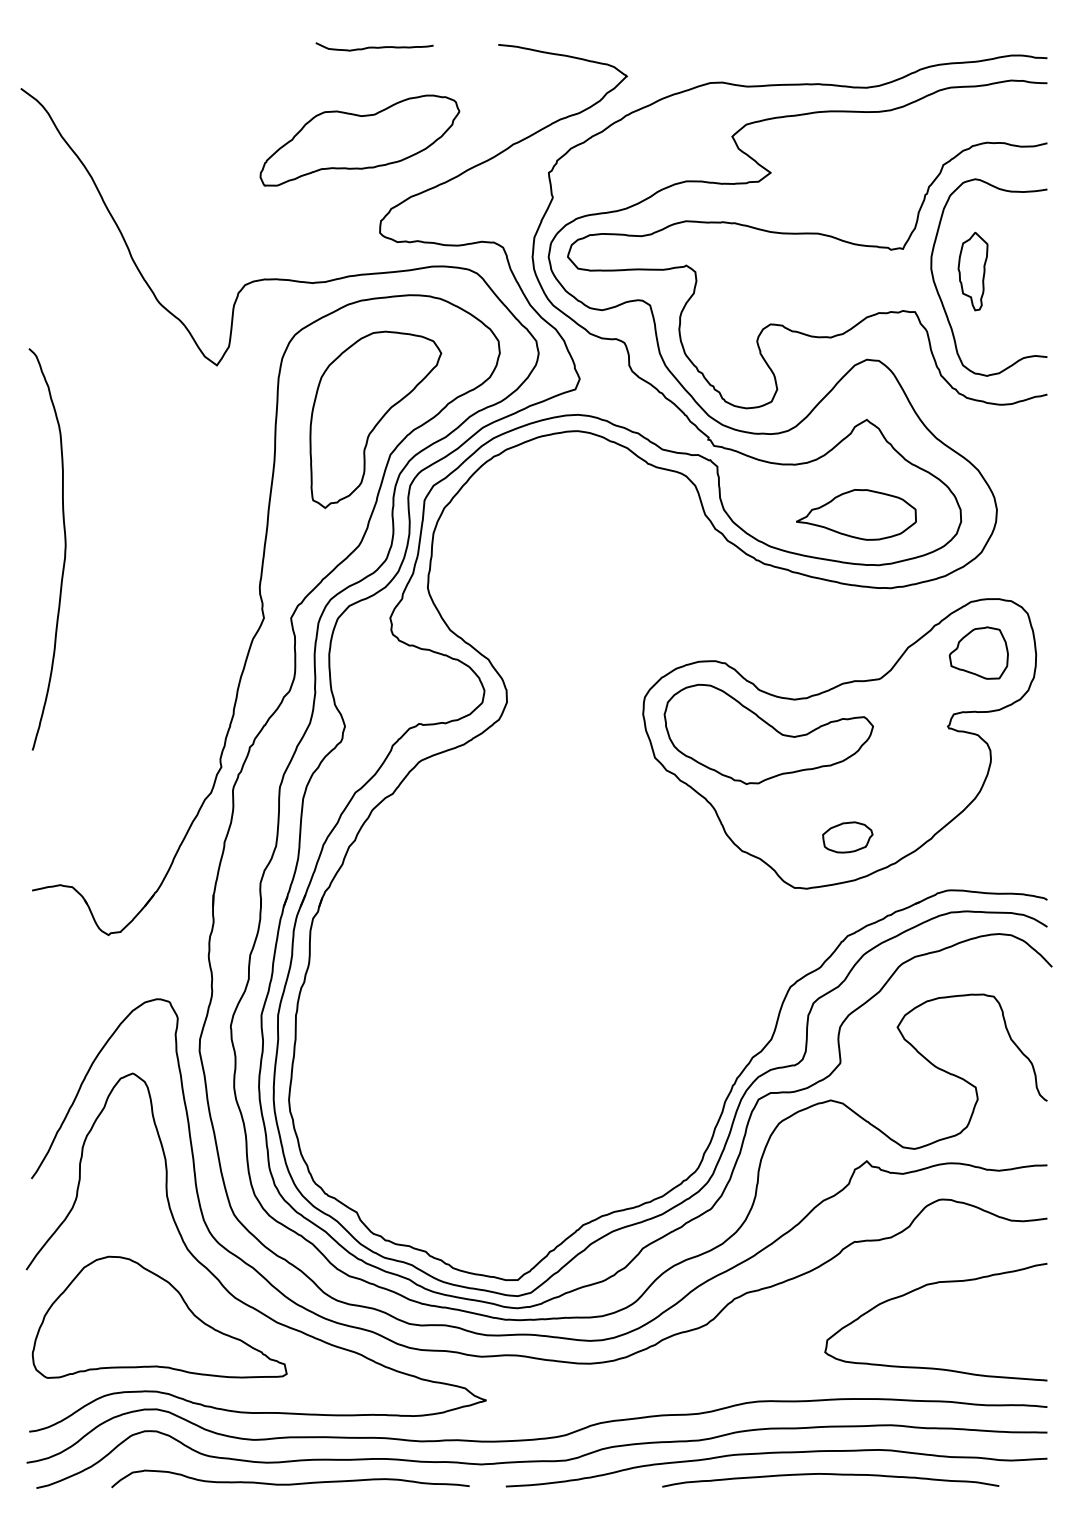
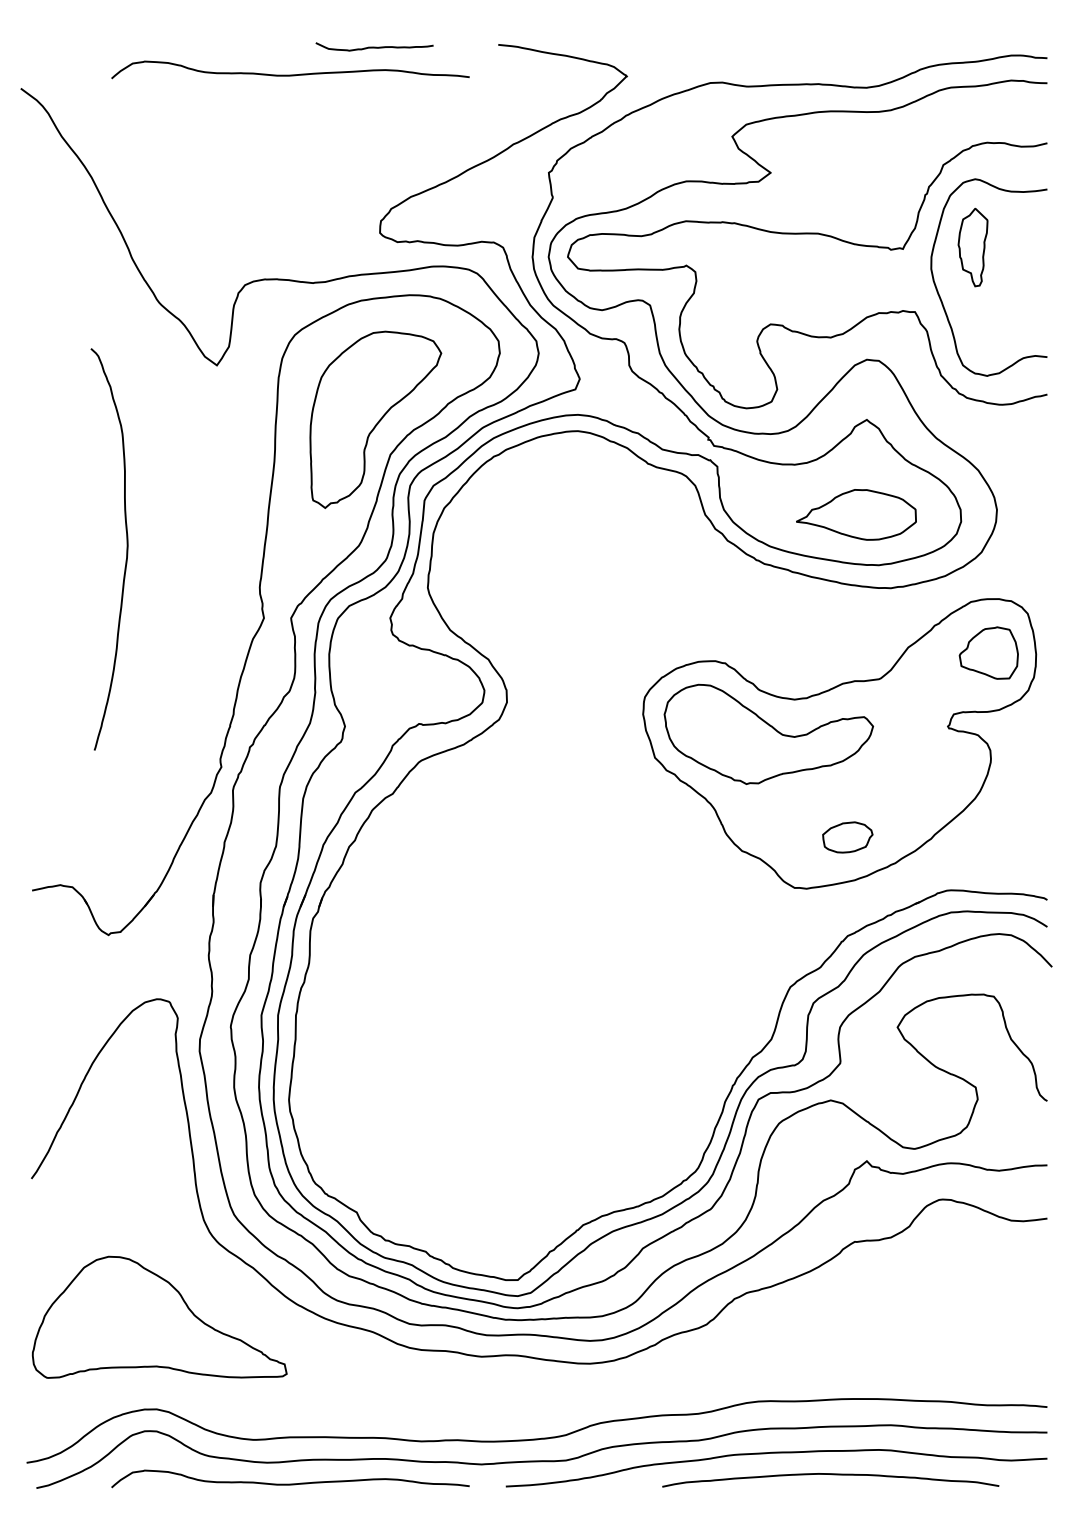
curve at (290, 74): none -> present
part at (359, 140): present -> none
part at (972, 271) position: (972, 271) -> (972, 247)
curve at (64, 549) position: (64, 549) -> (126, 549)
part at (978, 652) position: (978, 652) -> (988, 652)
curve at (219, 1279): present -> none
curve at (919, 1289): present -> none
